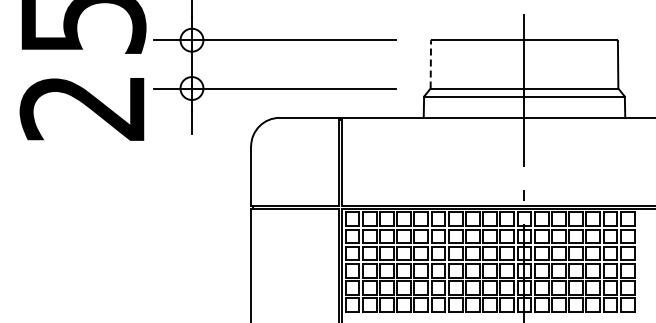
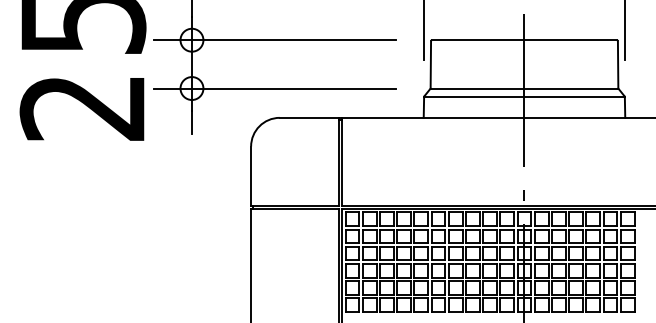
line at (424, 30): none -> present
line at (624, 30): none -> present
line at (430, 64): dashed -> solid
